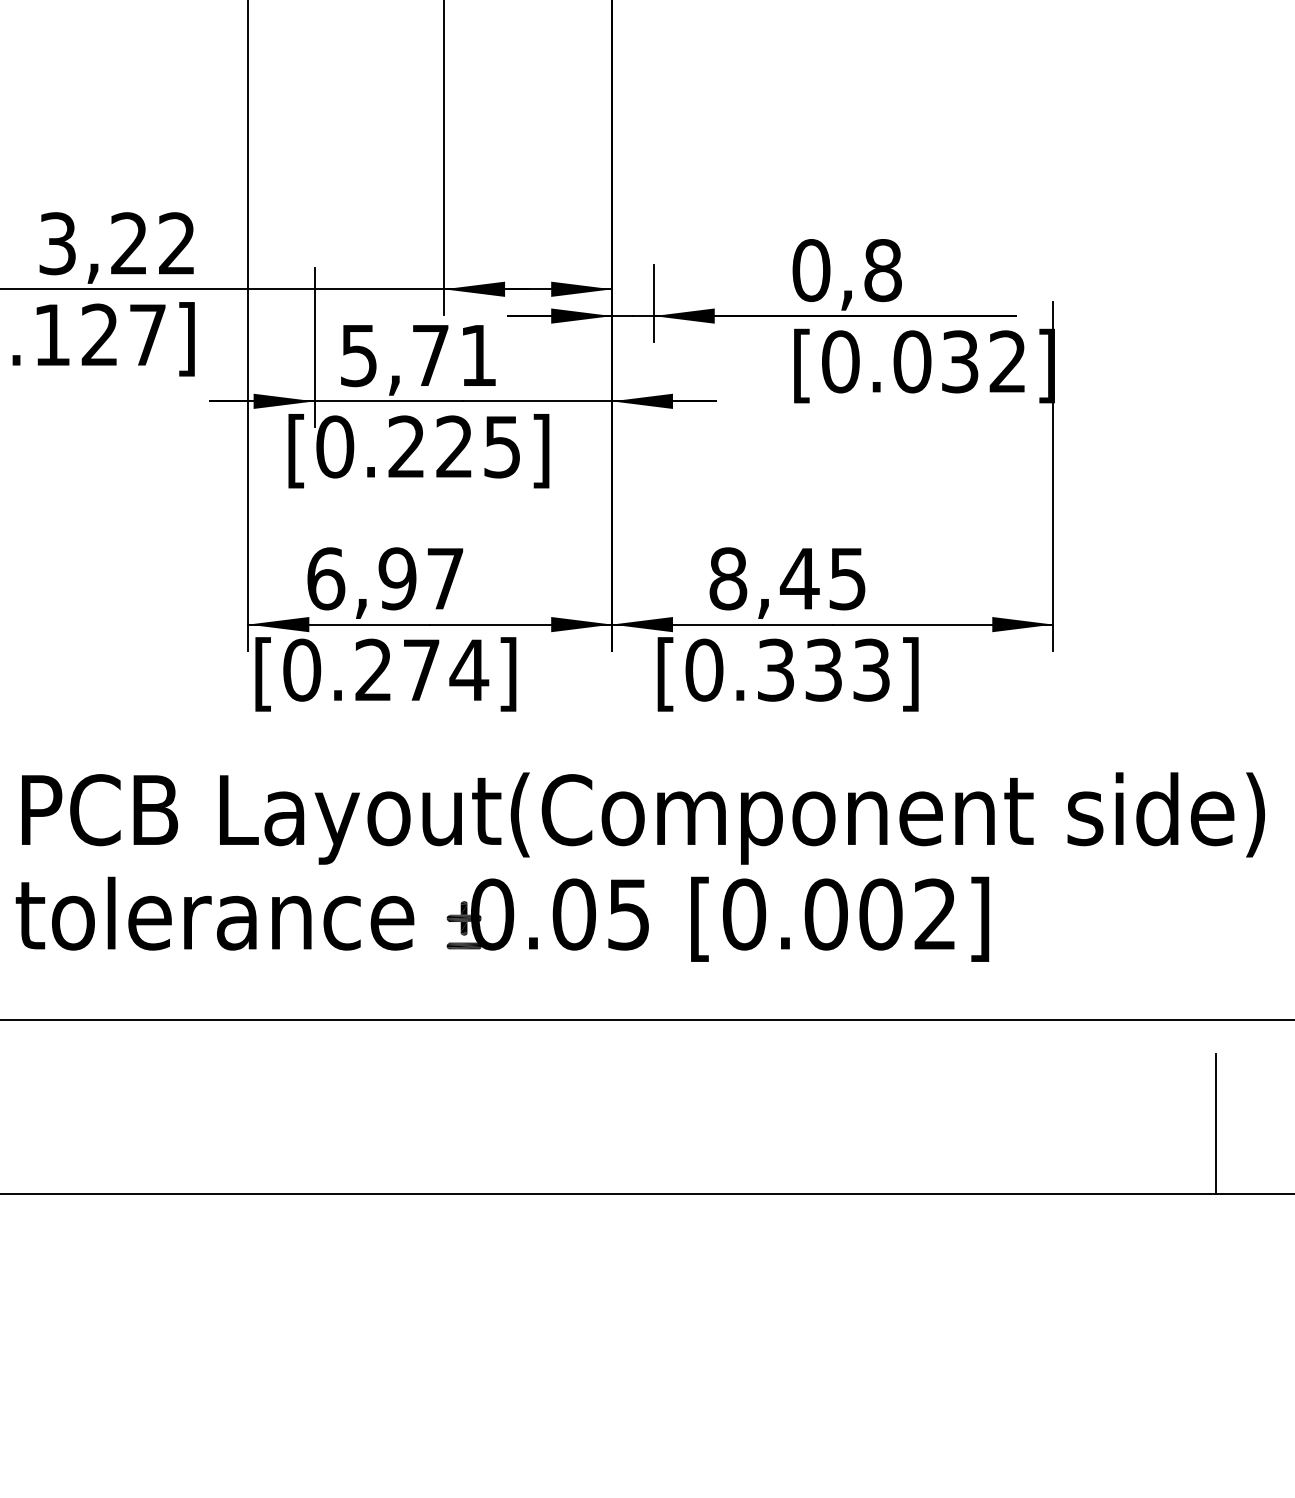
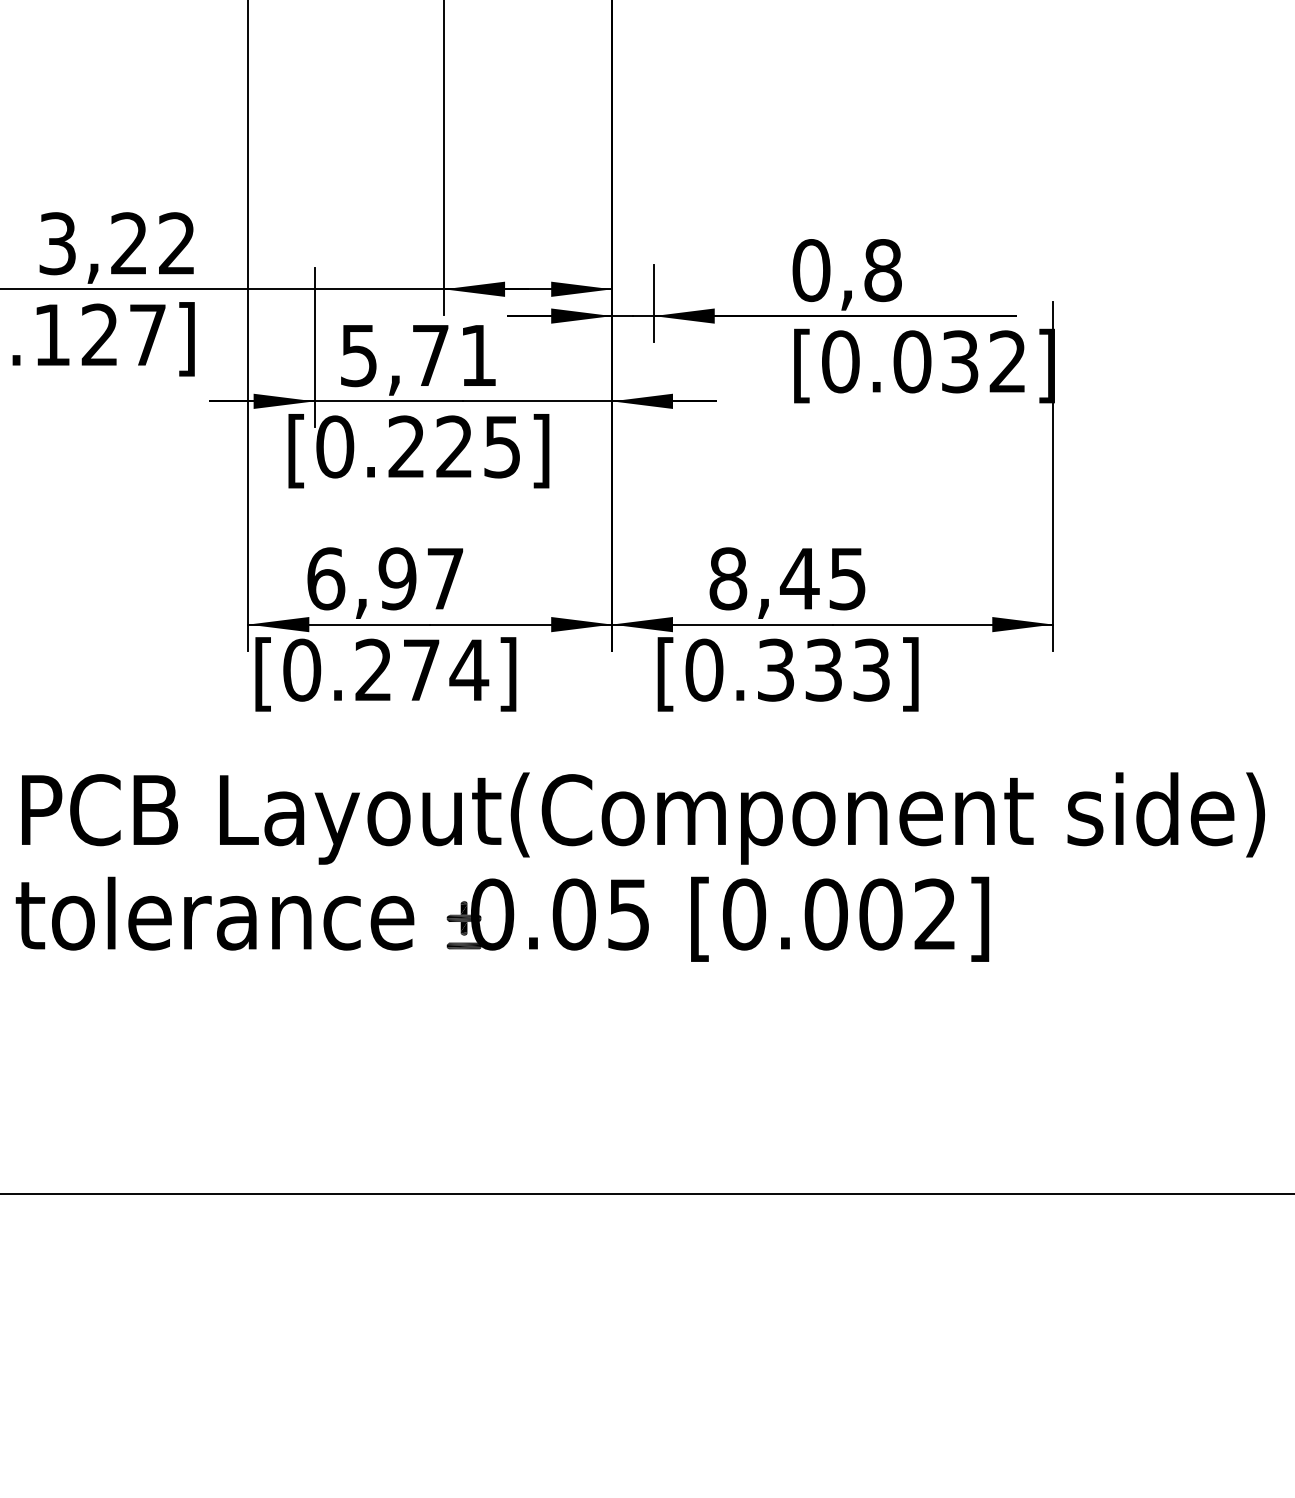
line at (646, 1019): present -> none
line at (1215, 1123): present -> none
